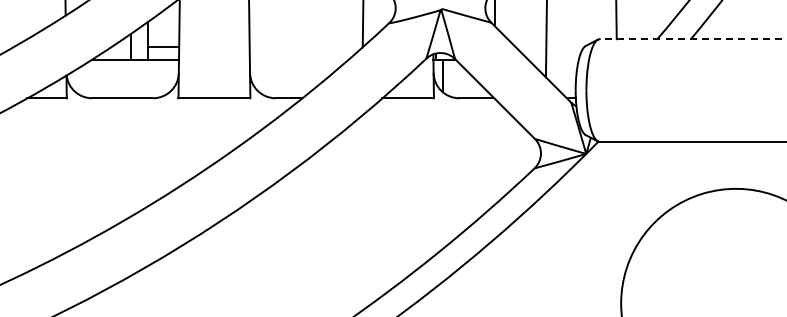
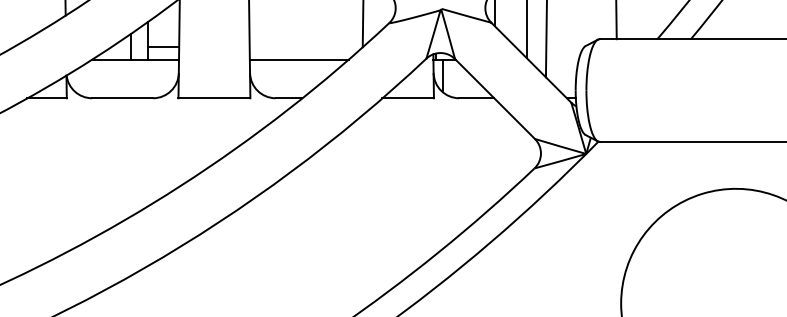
line at (527, 30): none -> present
line at (692, 39): dashed -> solid
line at (298, 59): none -> present
